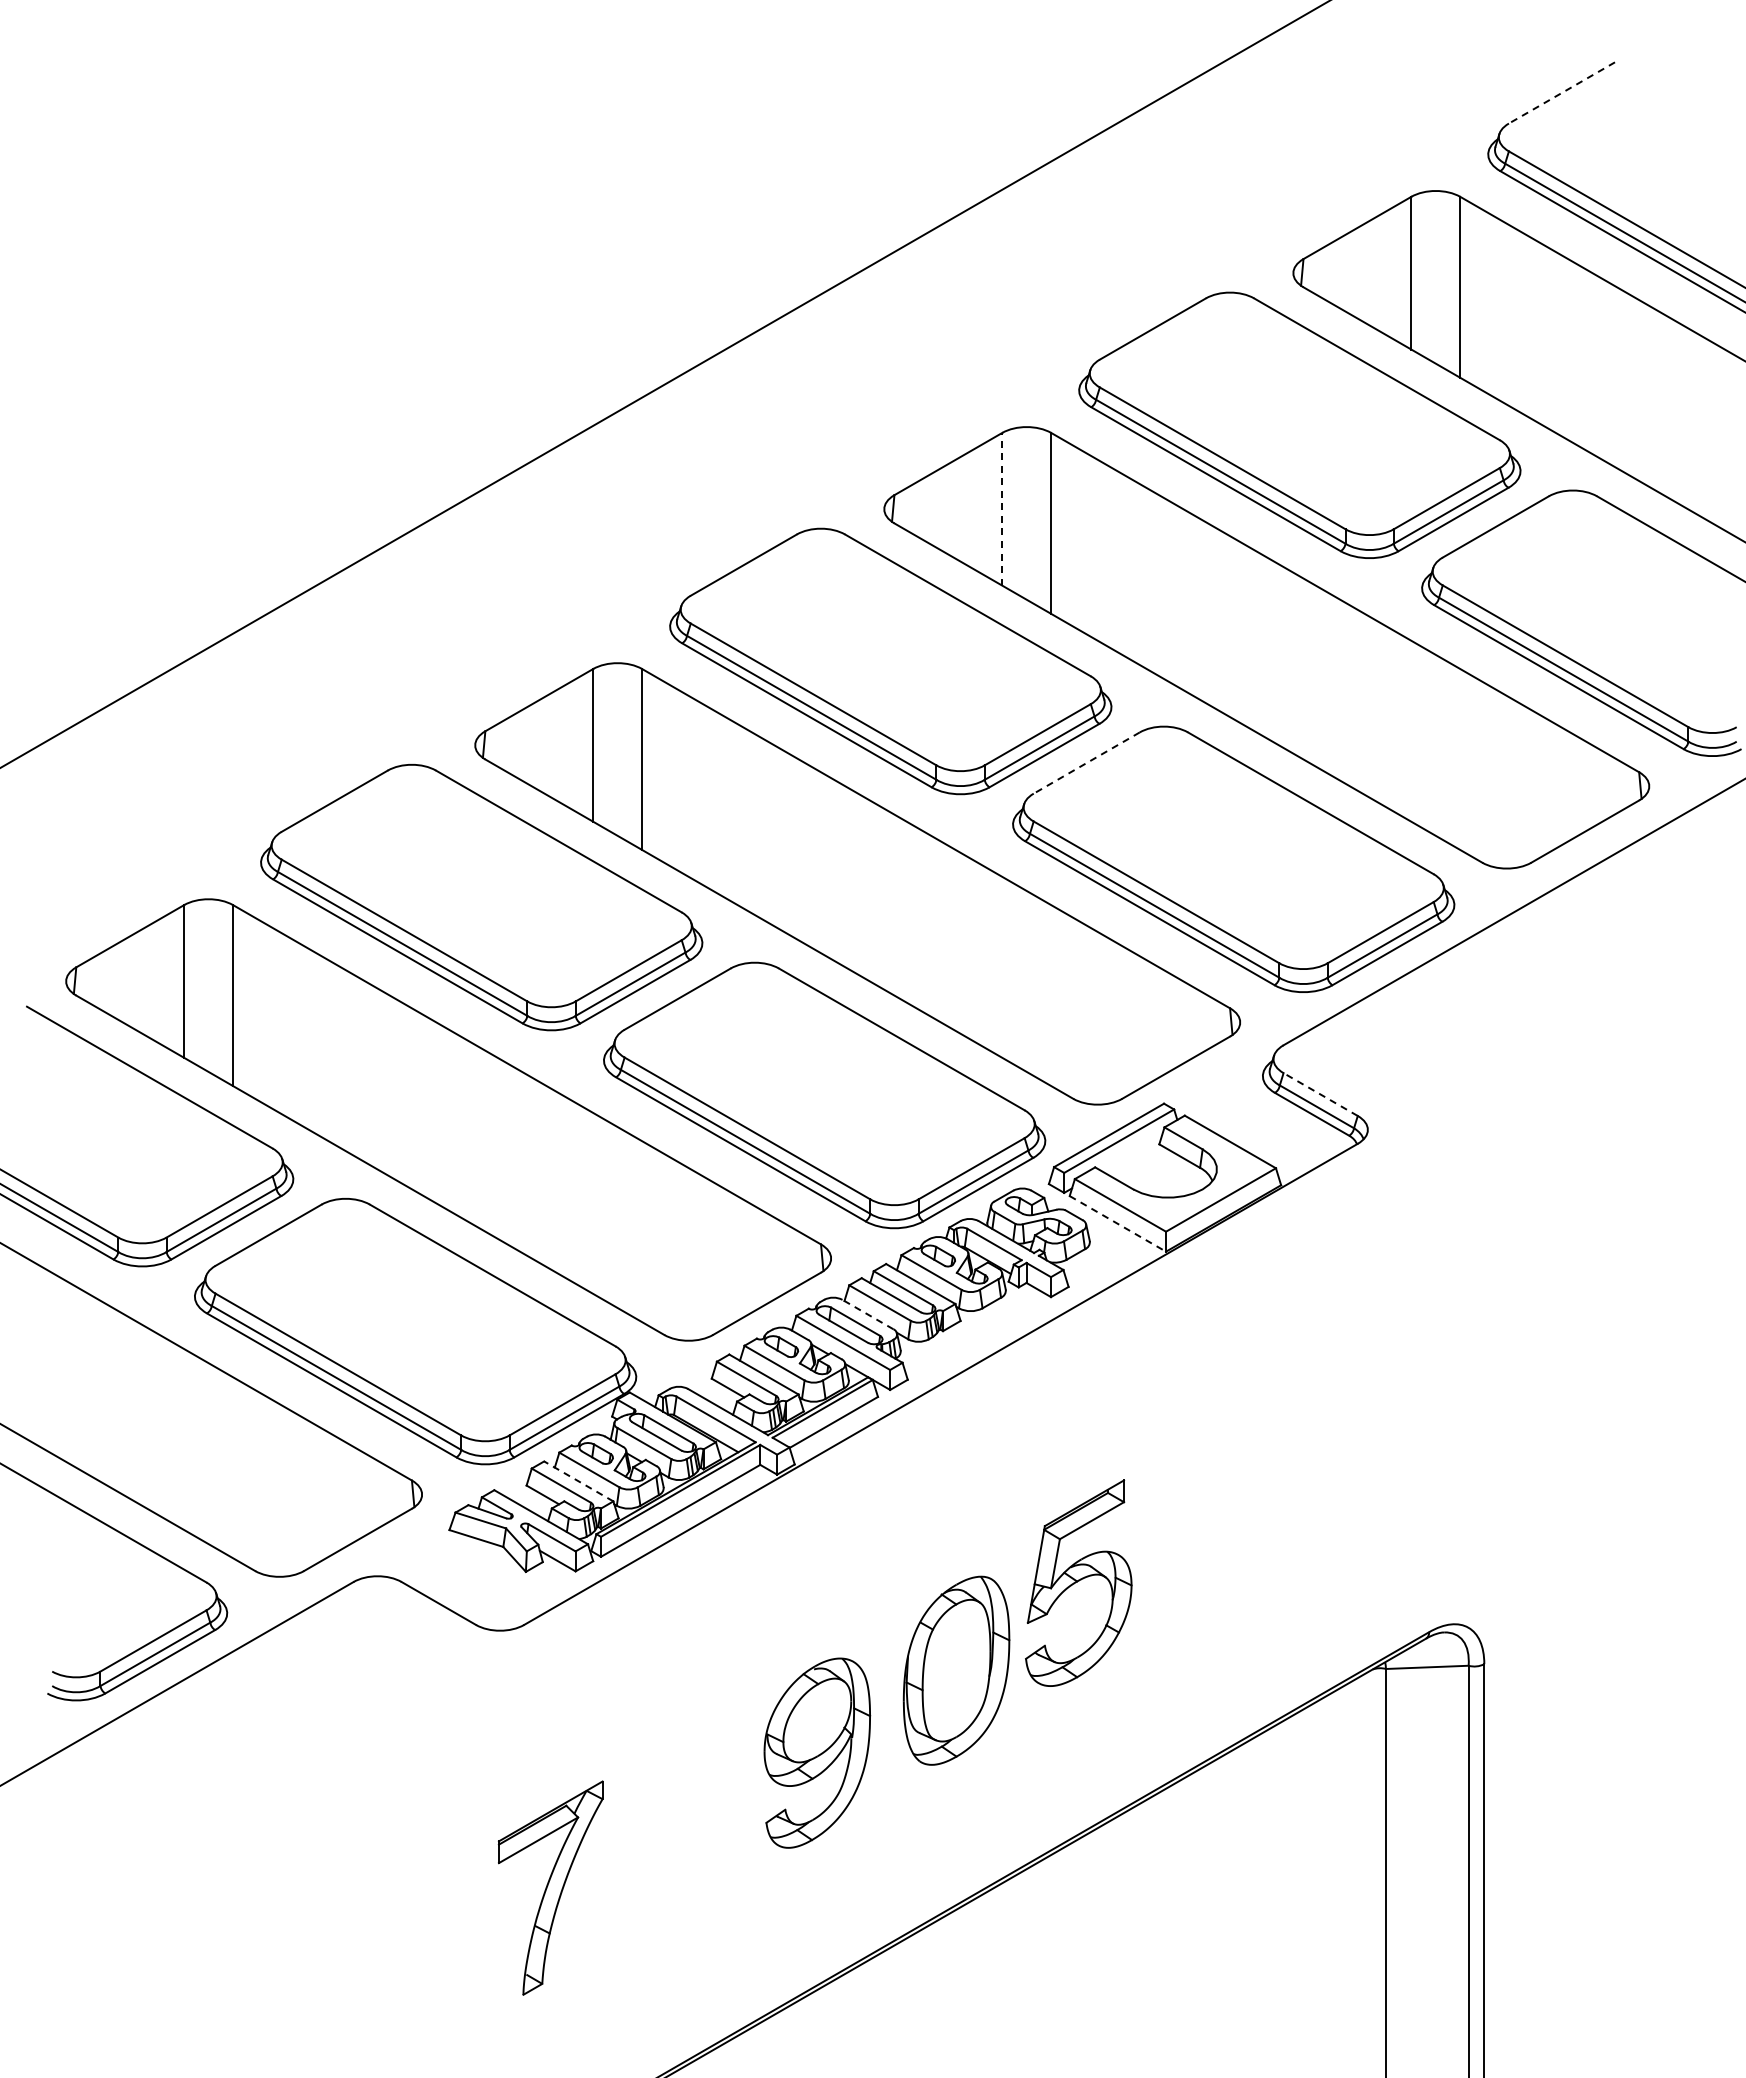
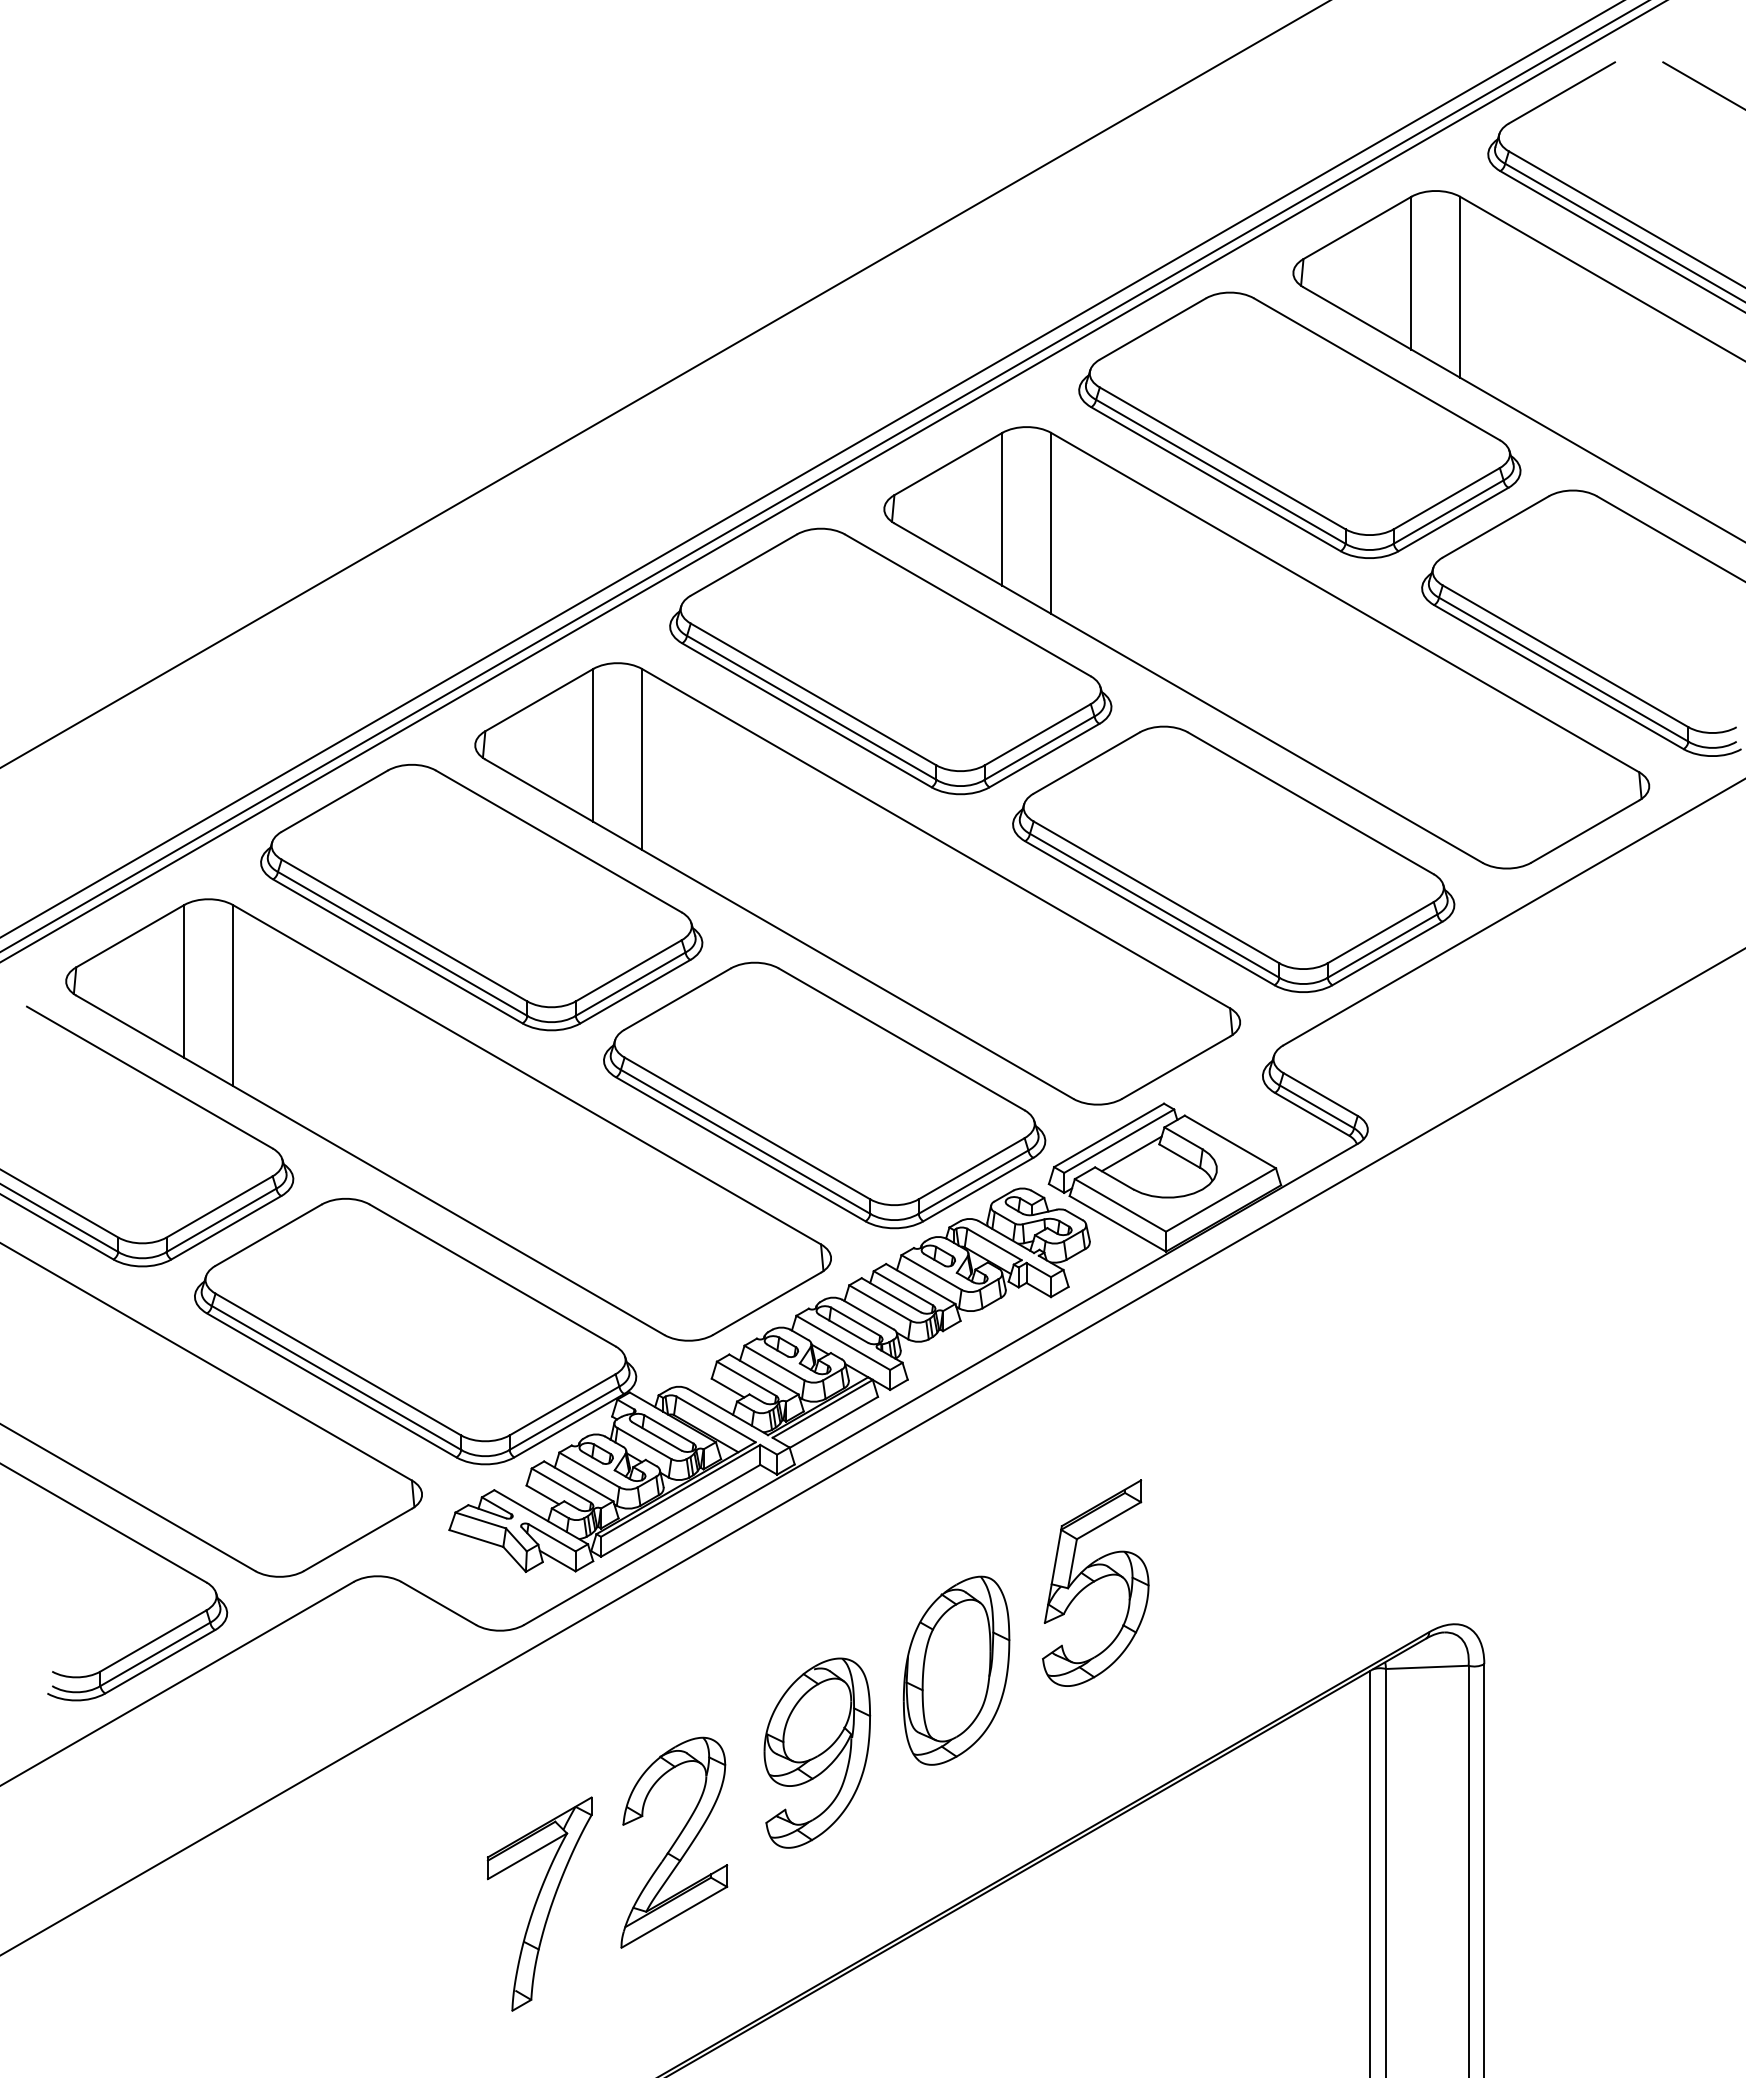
line at (1702, 84): none -> present
line at (1561, 93): dashed -> solid
line at (811, 469): none -> present
line at (824, 476): none -> present
line at (832, 481): none -> present
line at (1002, 508): dashed -> solid
line at (1086, 763): dashed -> solid
line at (1320, 1094): dashed -> solid
line at (1131, 1153): none -> present
line at (1117, 1223): dashed -> solid
line at (867, 1314): dashed -> solid
line at (872, 1452): none -> present
line at (578, 1481): dashed -> solid
part at (1078, 1582) position: (1078, 1582) -> (1095, 1582)
part at (674, 1842): none -> present
line at (1370, 1872): none -> present
part at (550, 1887) position: (550, 1887) -> (539, 1903)
